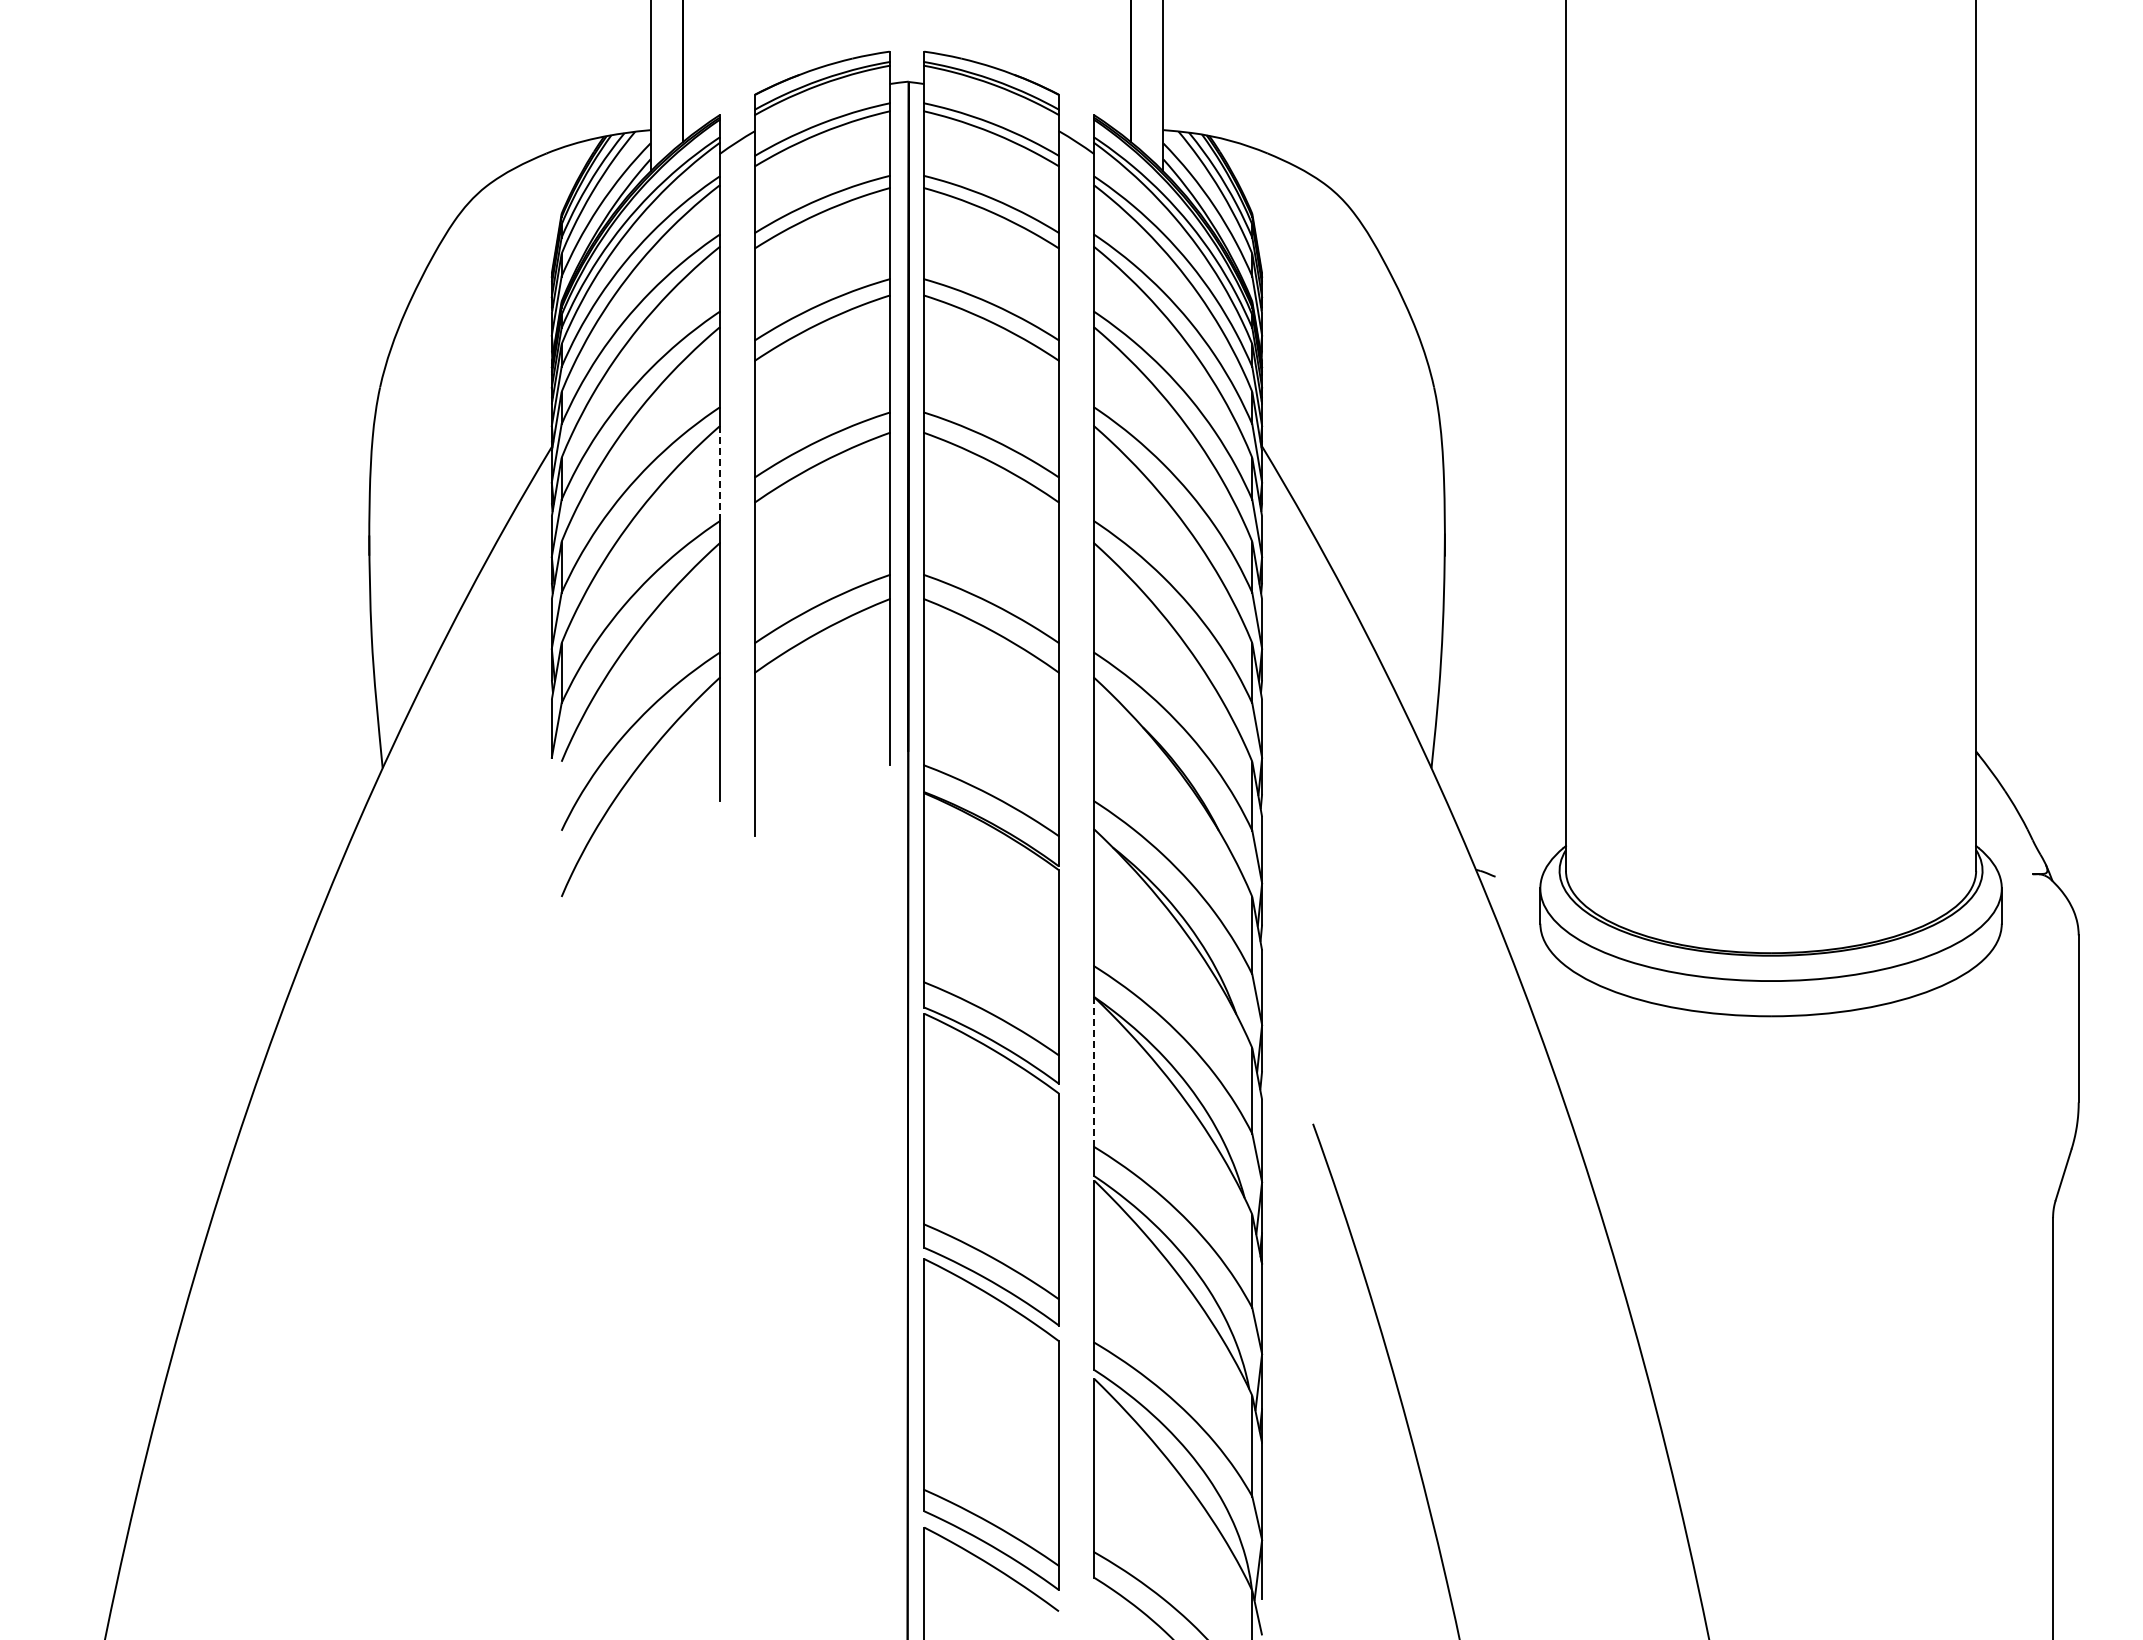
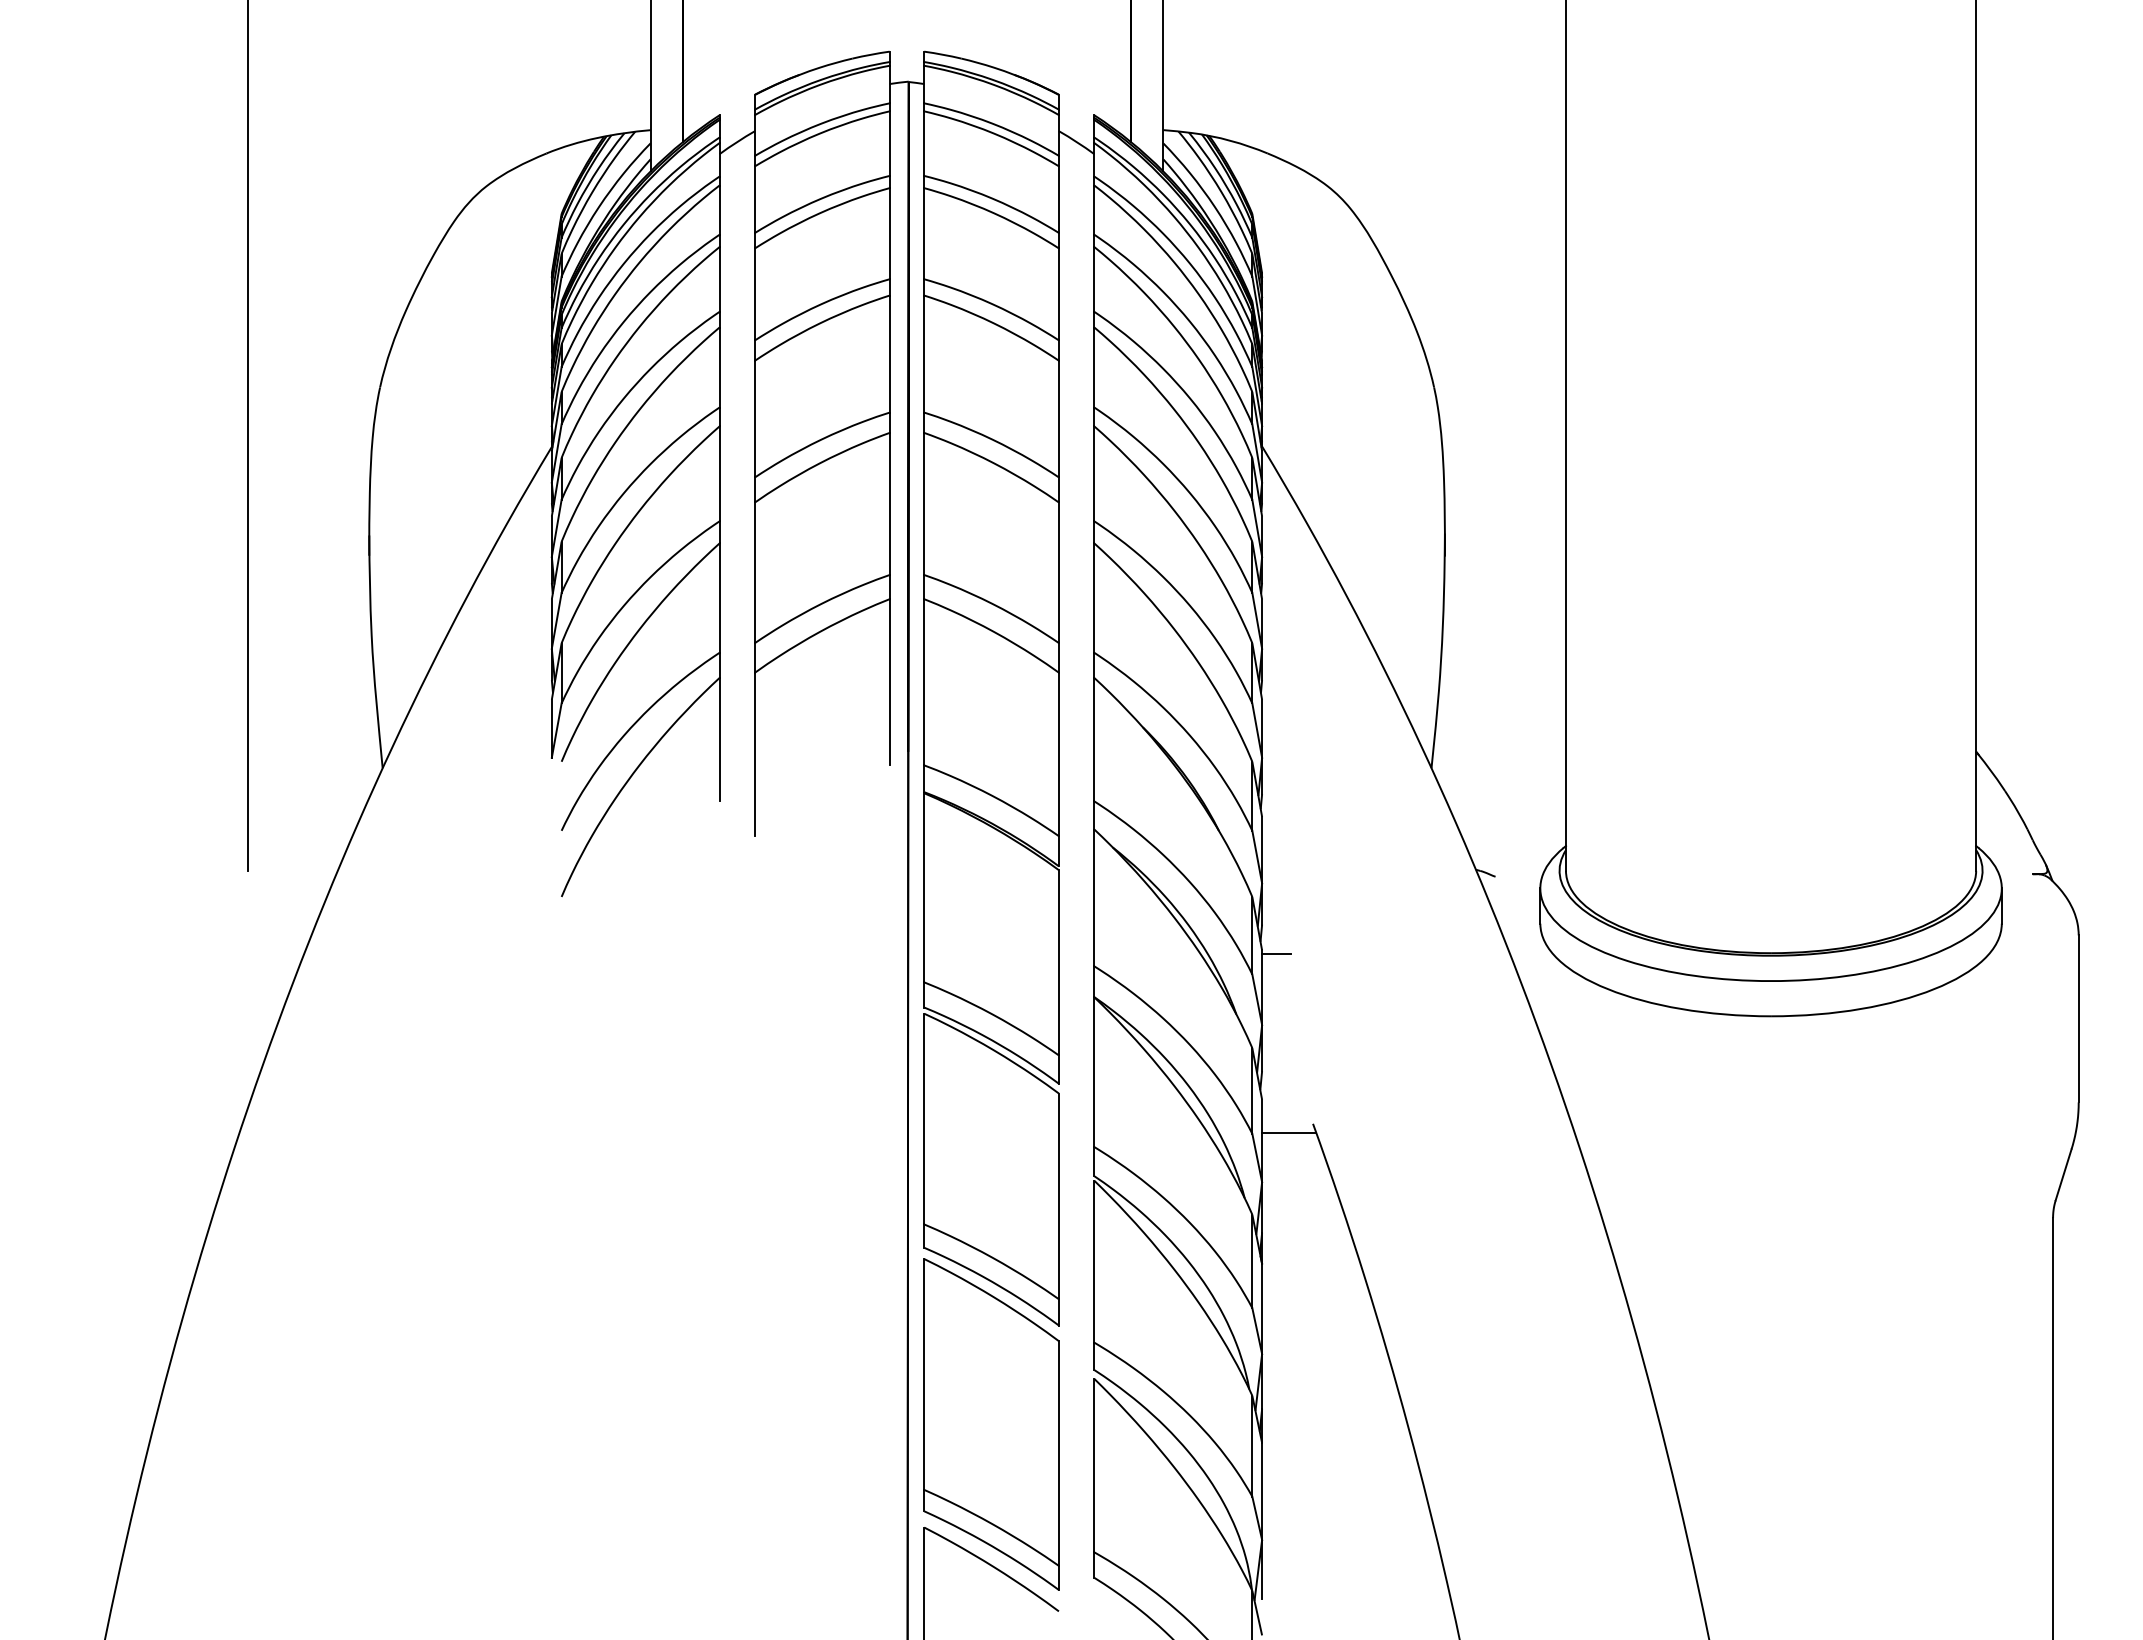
line at (248, 436): none -> present
line at (719, 474): dashed -> solid
line at (1276, 954): none -> present
line at (1094, 1072): dashed -> solid
line at (1289, 1133): none -> present
